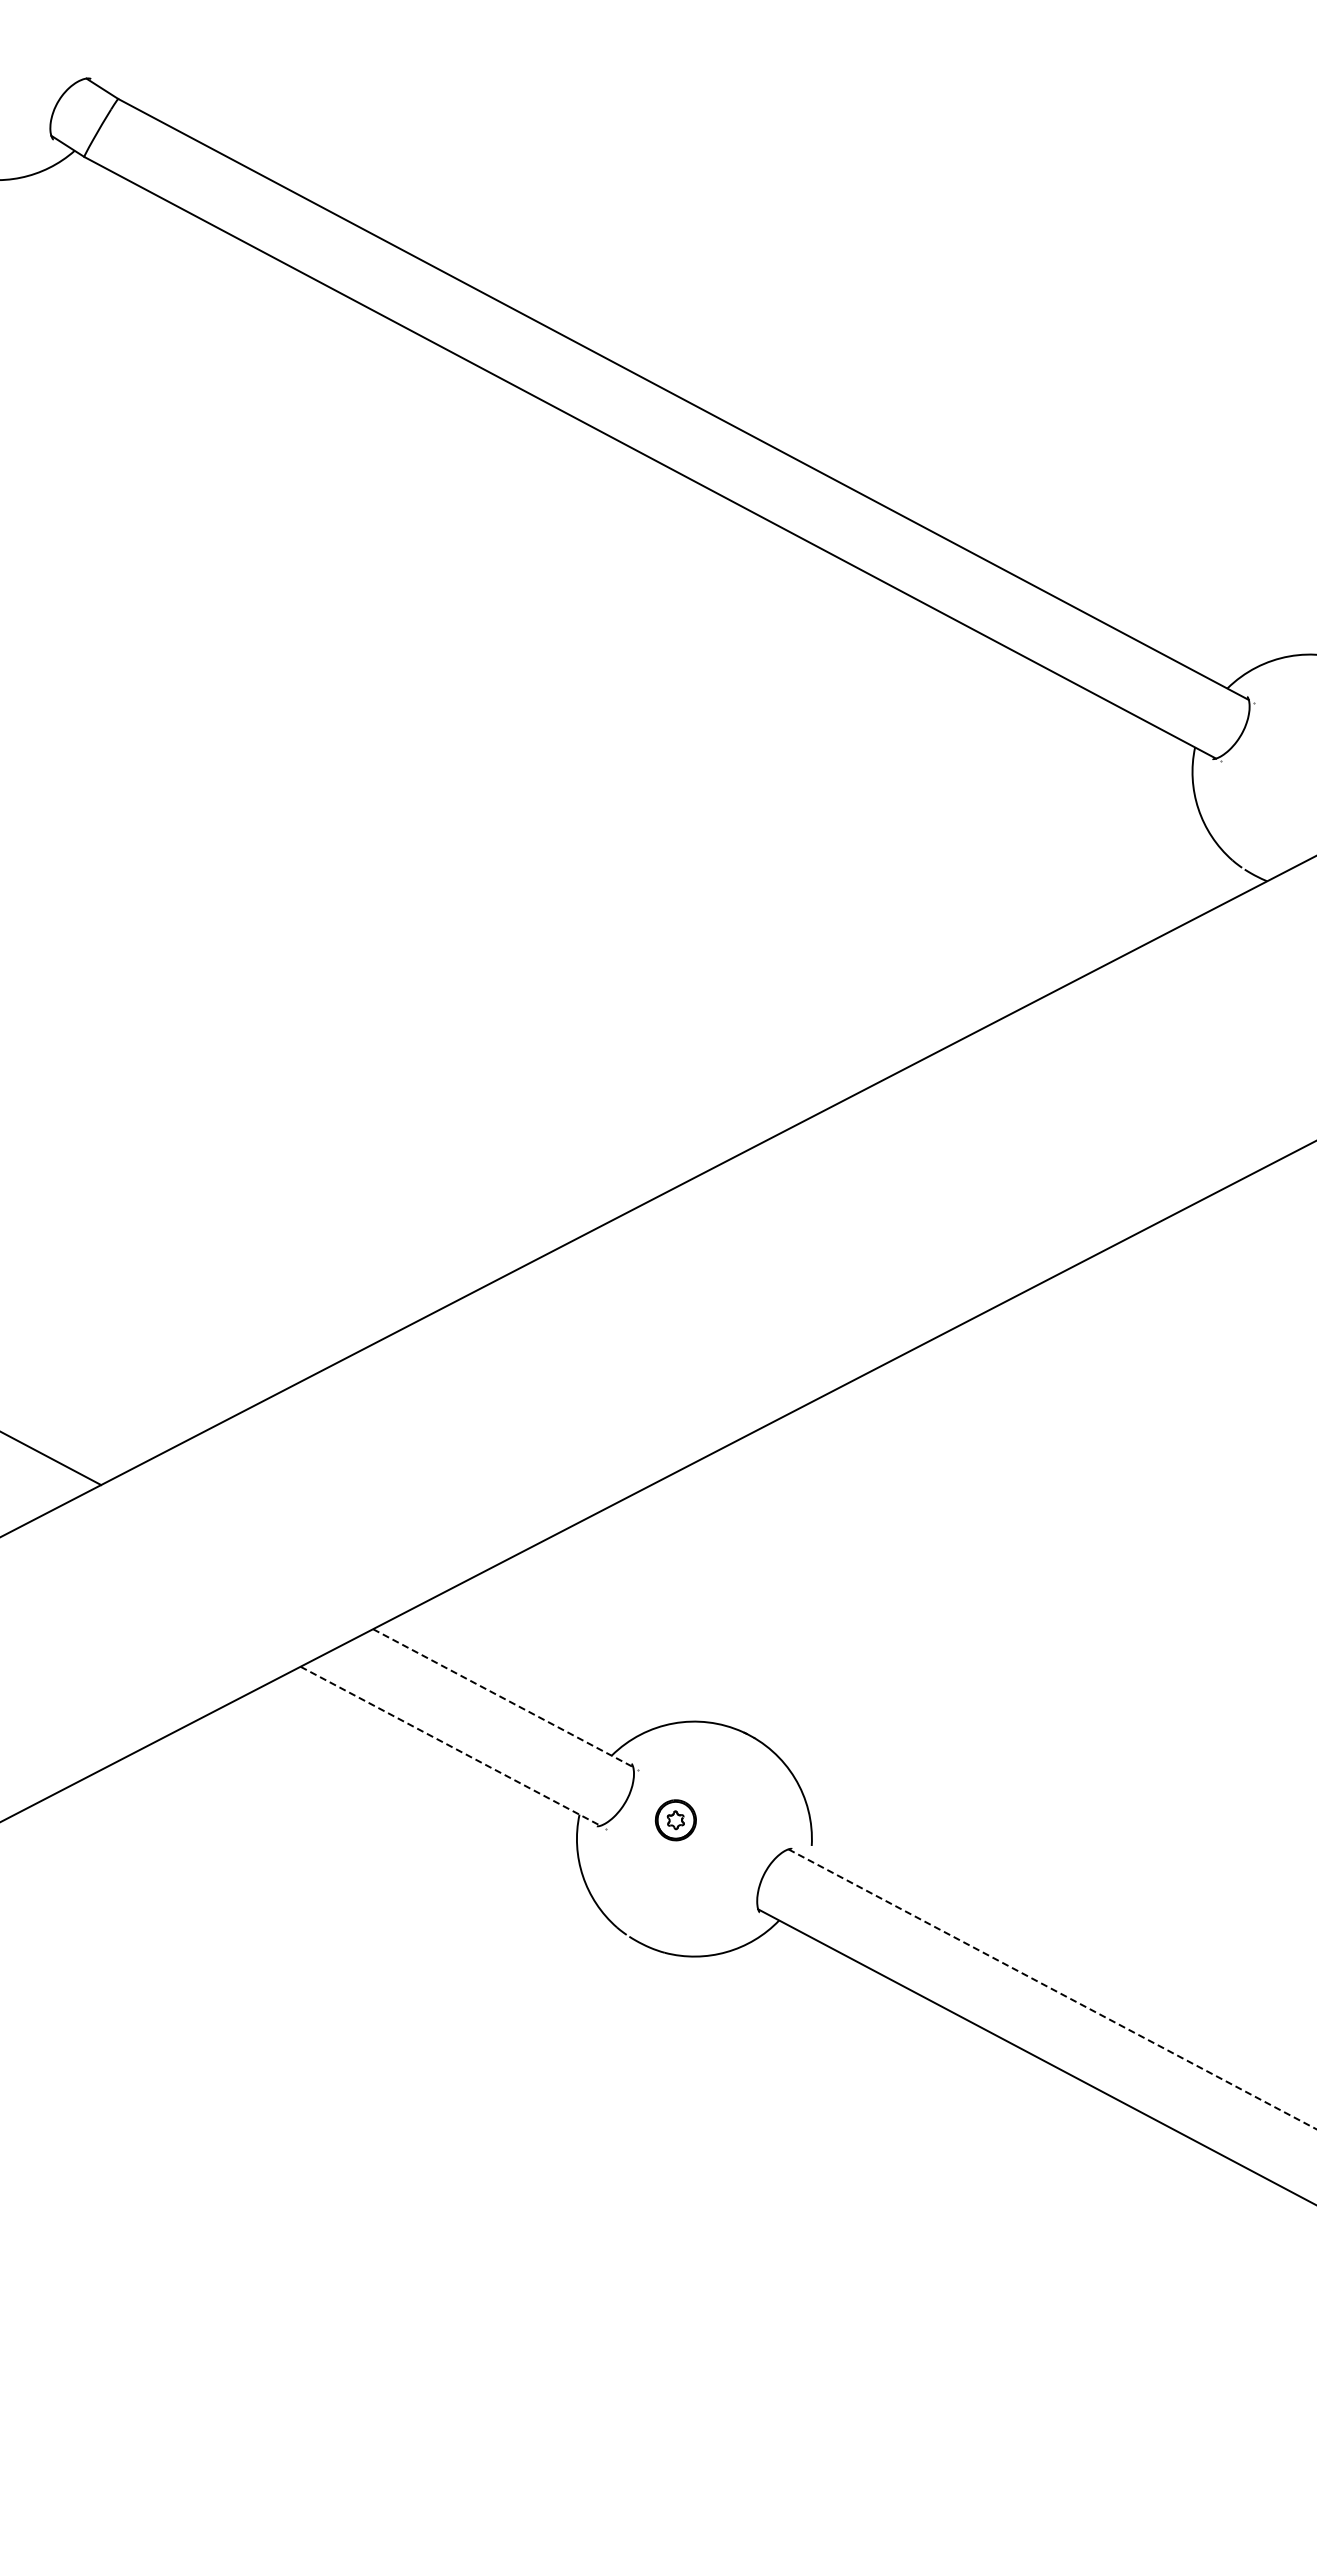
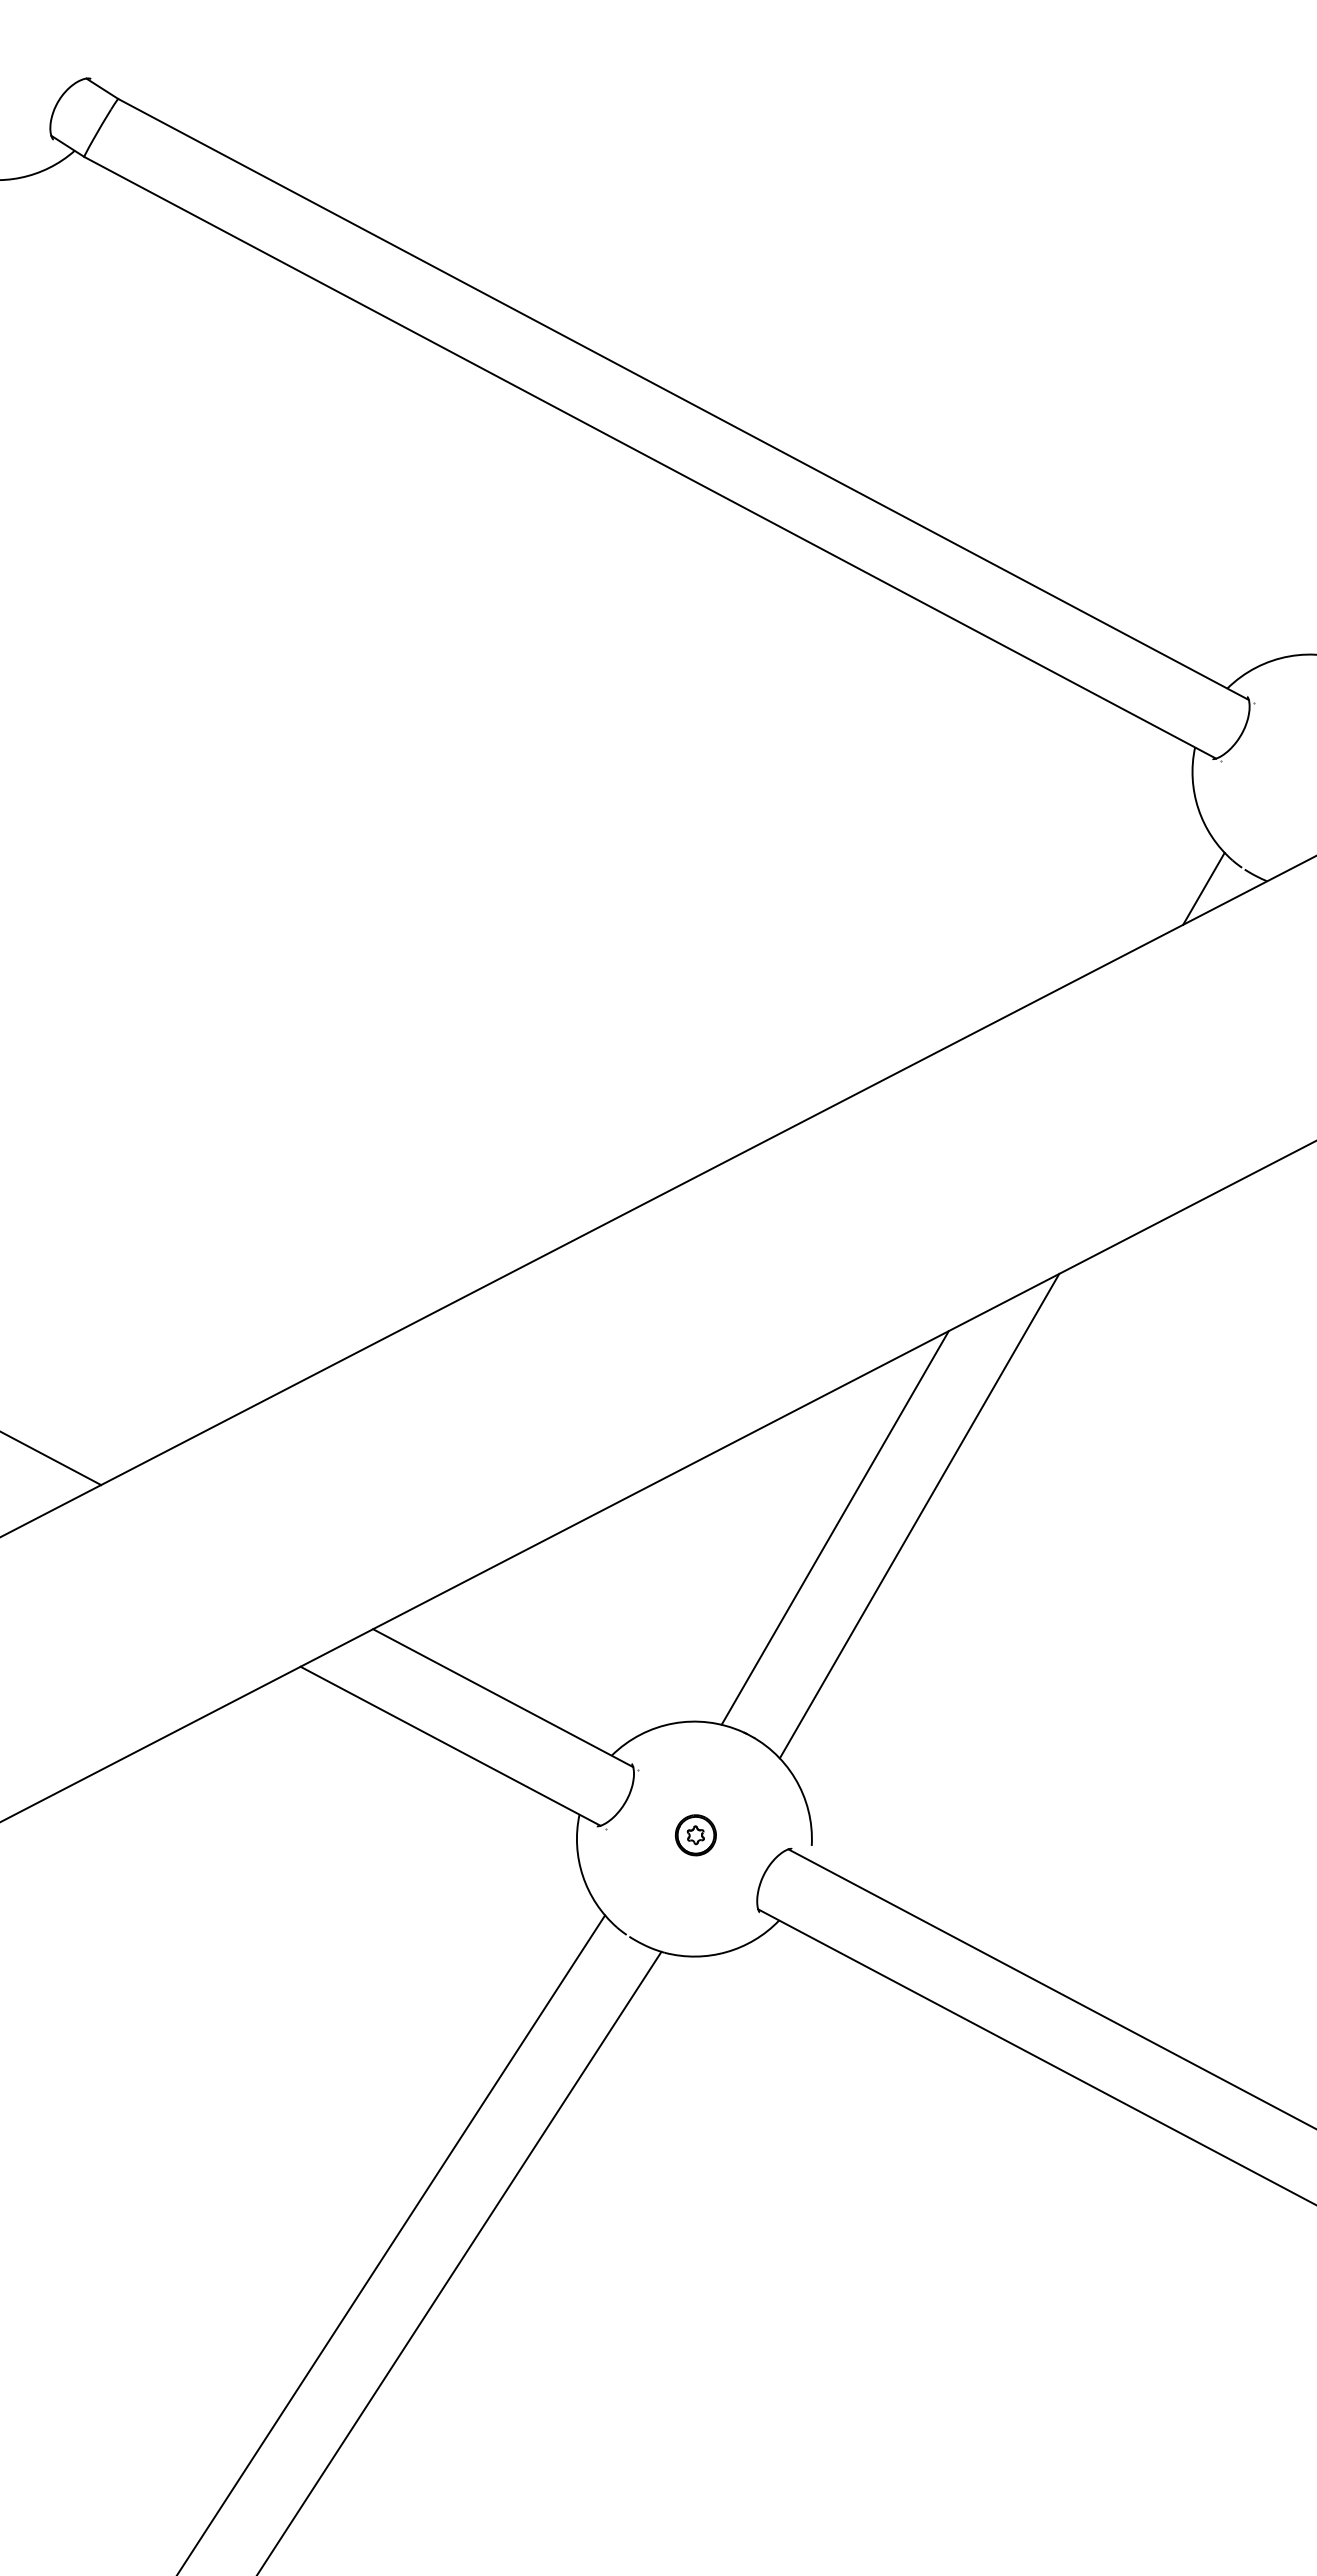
line at (1203, 888): none -> present
line at (919, 1515): none -> present
line at (834, 1527): none -> present
line at (503, 1698): dashed -> solid
line at (450, 1746): dashed -> solid
part at (675, 1820) position: (675, 1820) -> (695, 1835)
line at (1052, 1989): dashed -> solid
line at (391, 2243): none -> present
line at (459, 2261): none -> present
